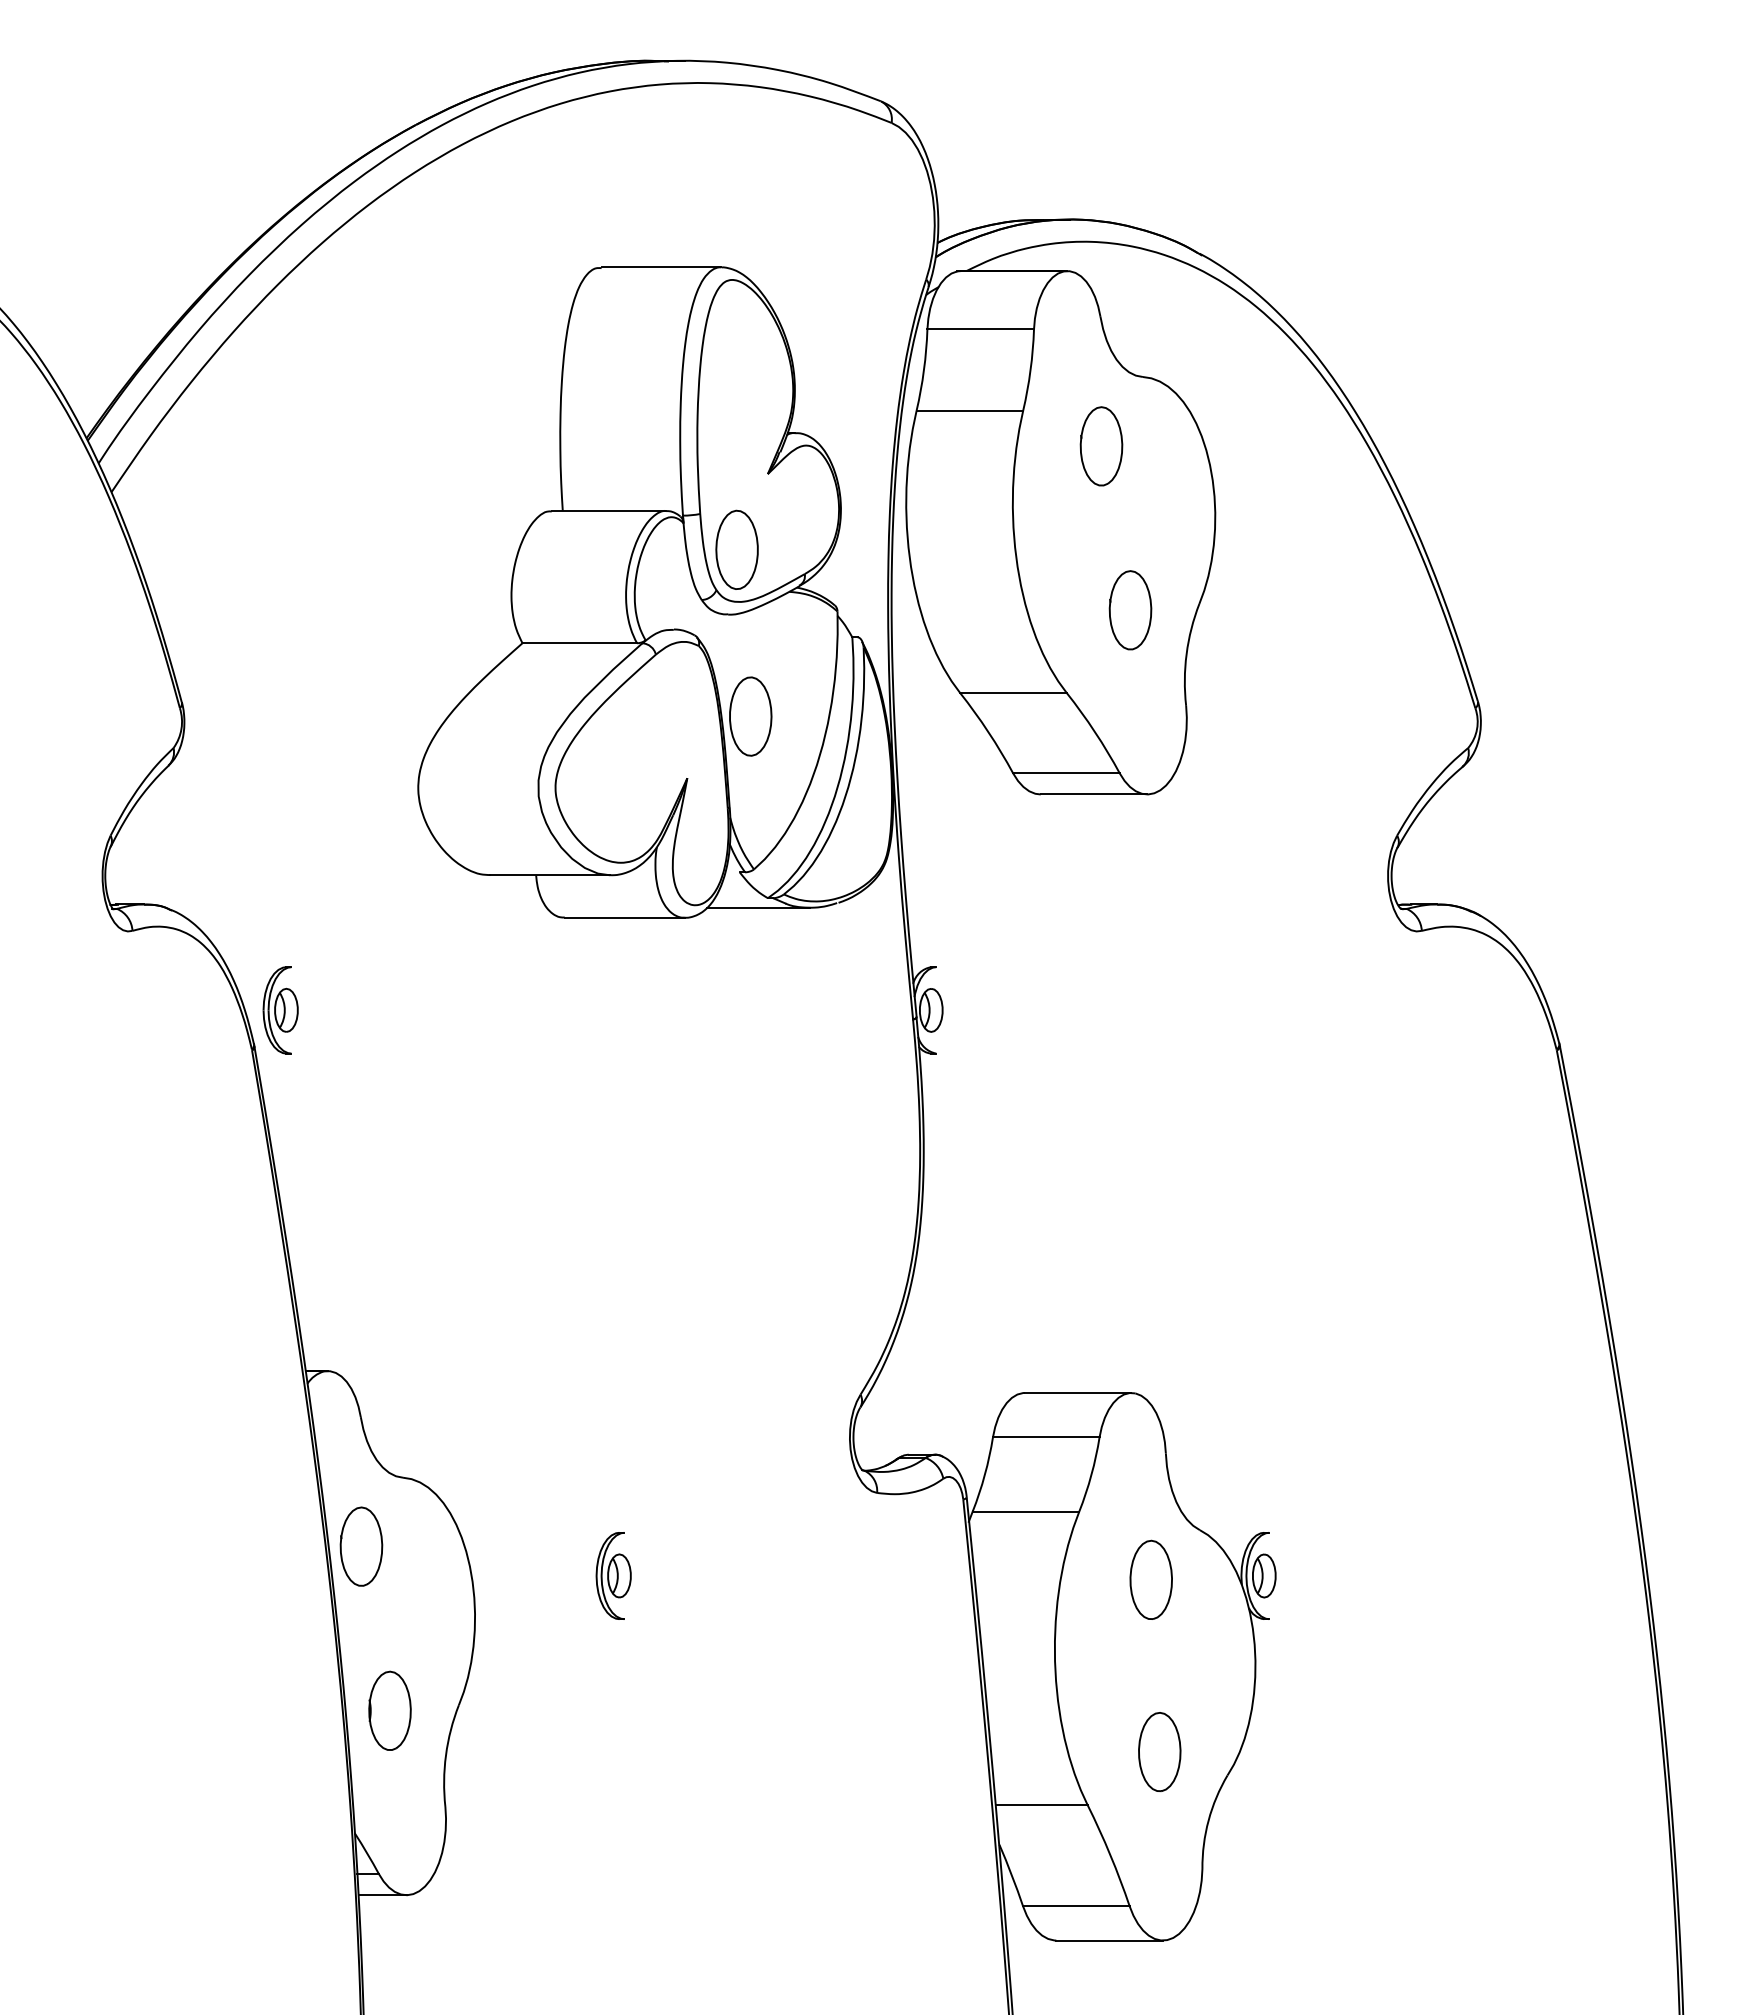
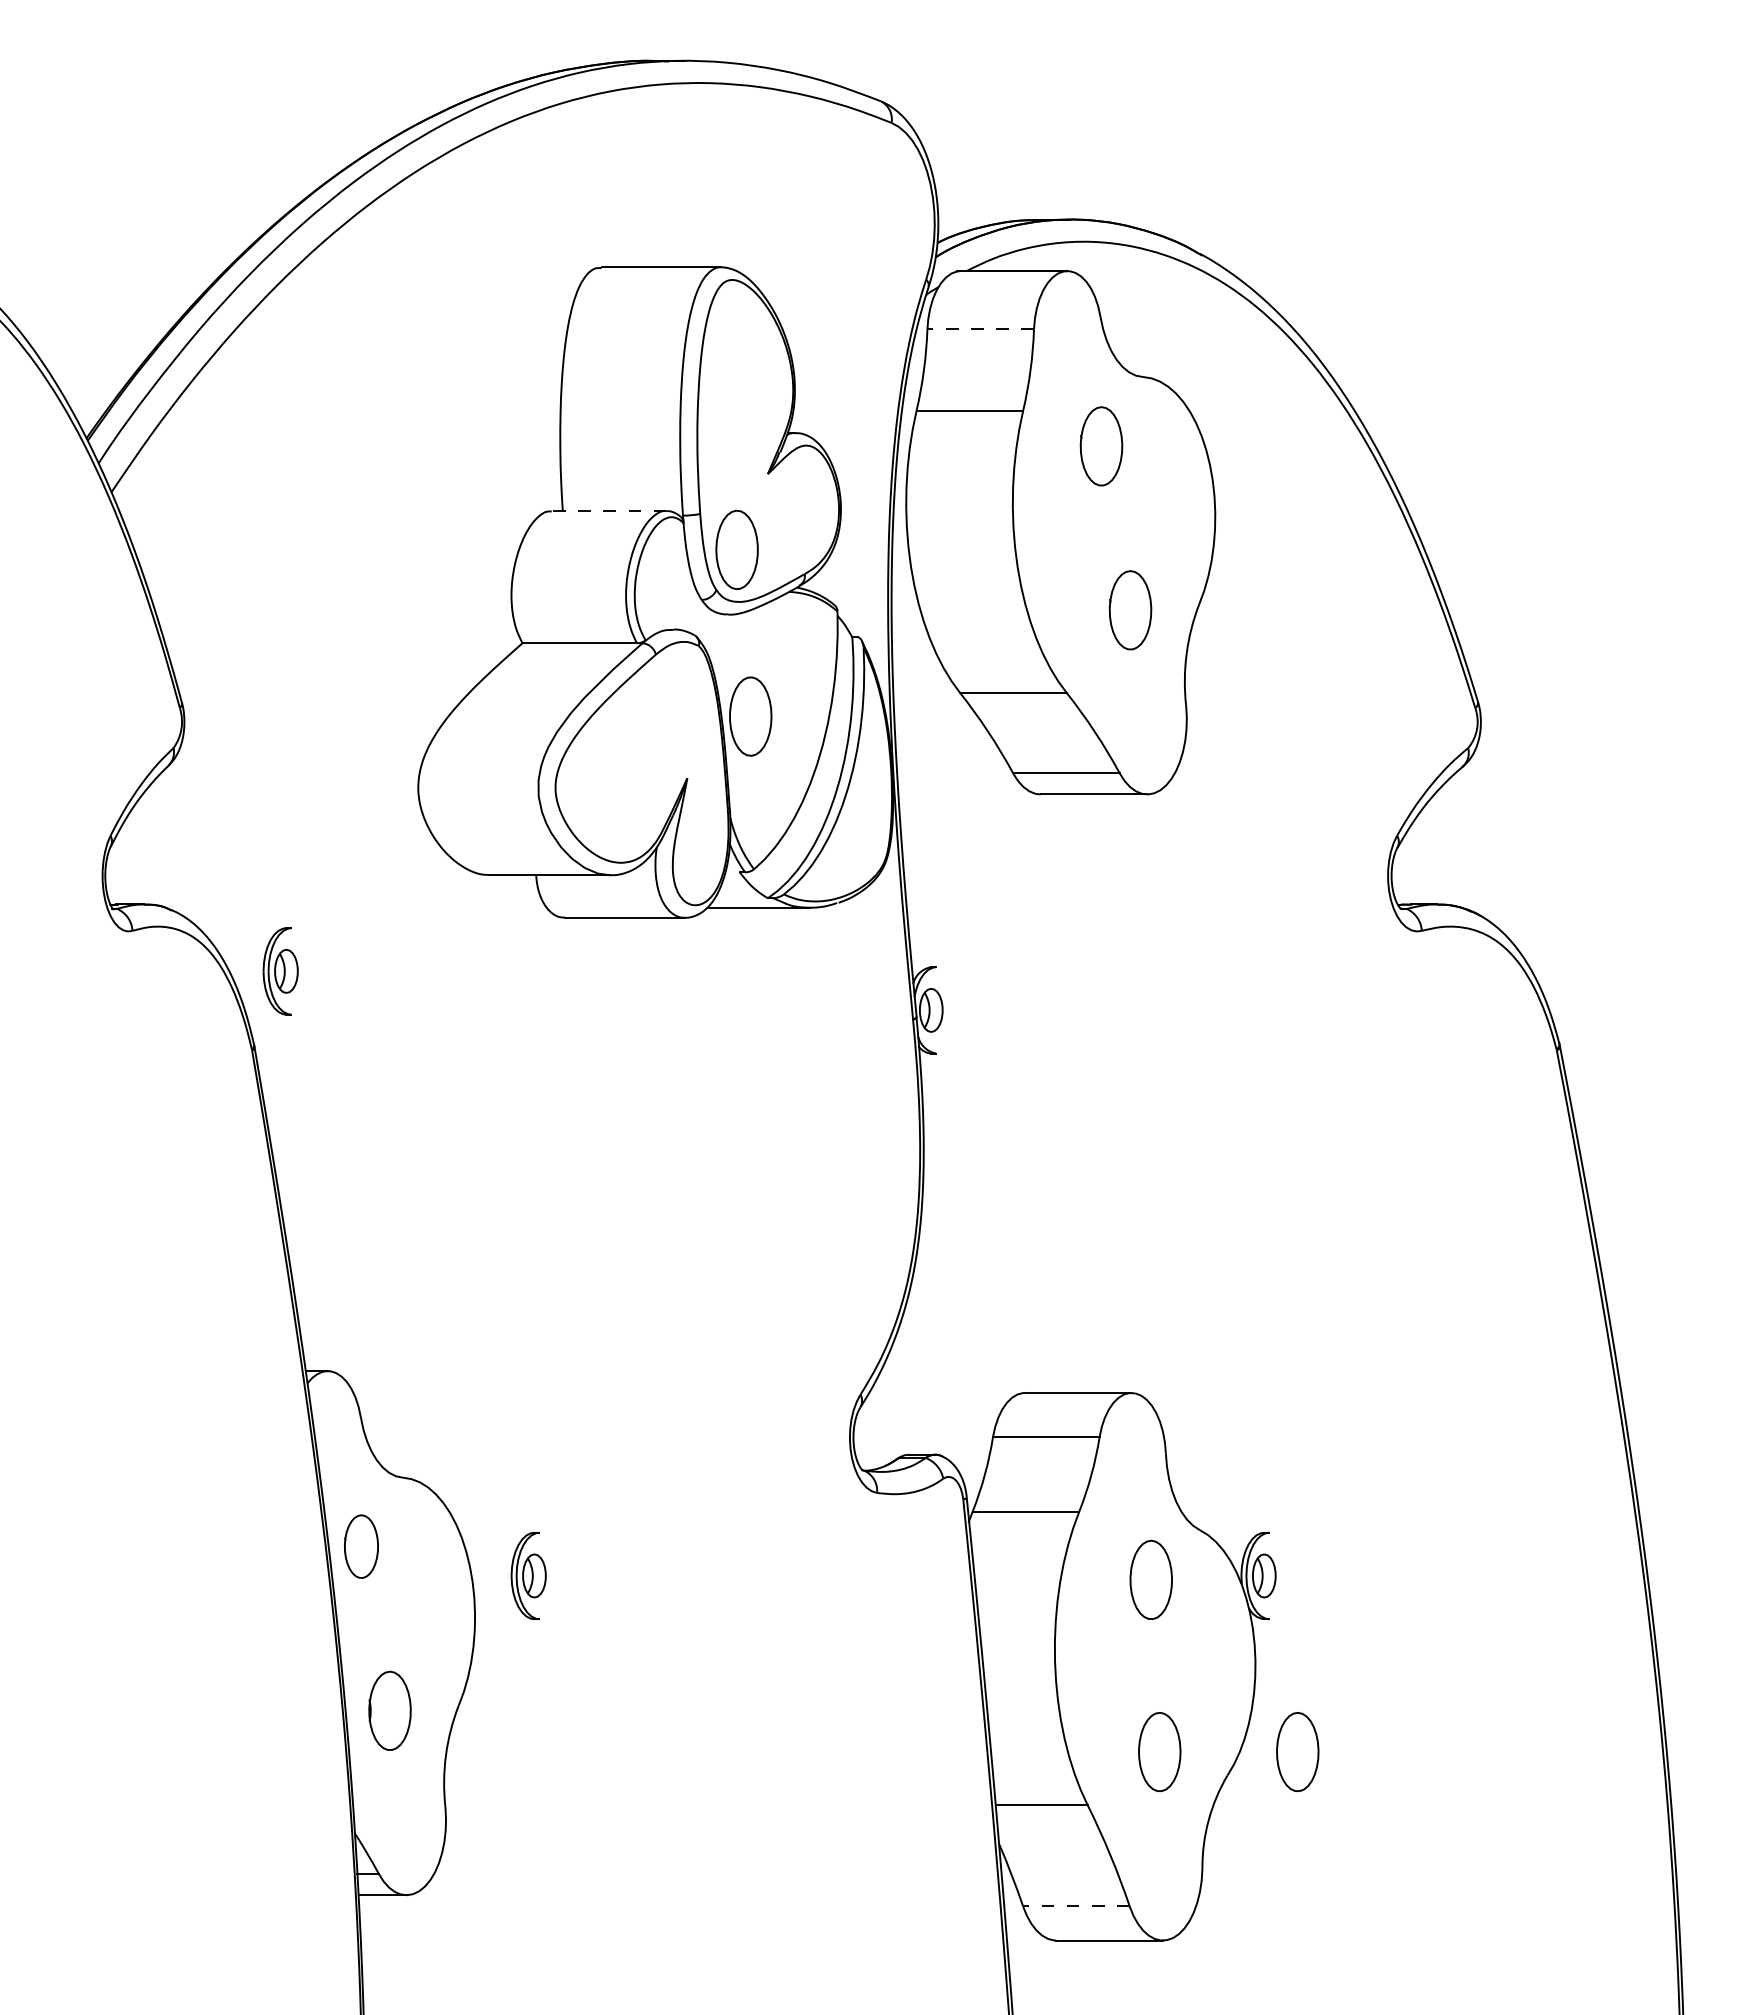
line at (980, 329): solid -> dashed
line at (608, 510): solid -> dashed
part at (280, 1010) position: (280, 1010) -> (280, 971)
part at (361, 1546) size: 45x81 px -> 35x65 px
part at (613, 1575) position: (613, 1575) -> (528, 1575)
part at (1297, 1751): none -> present
line at (1075, 1906): solid -> dashed
